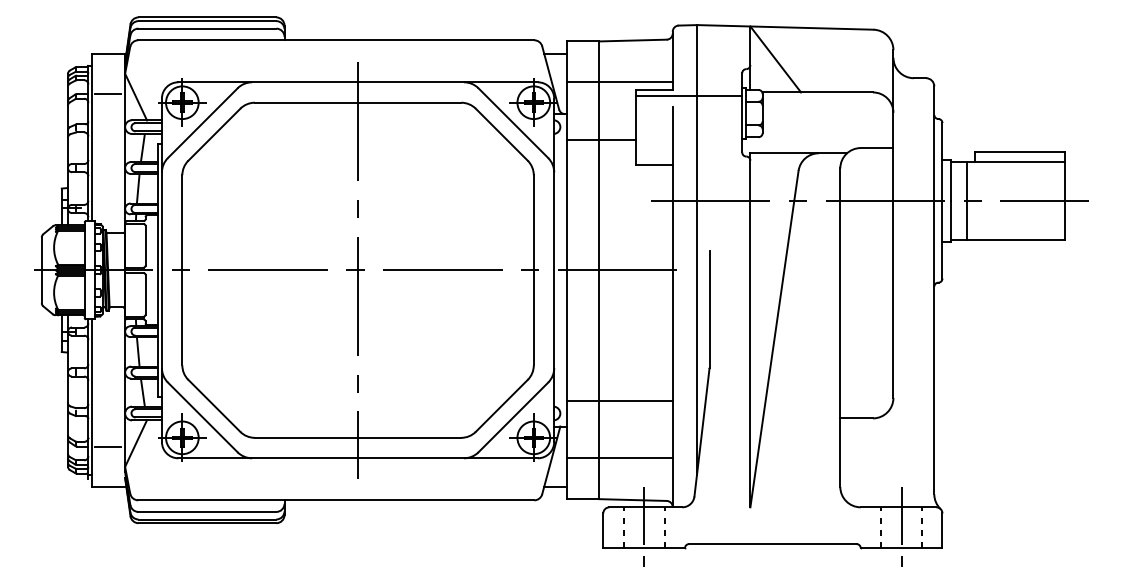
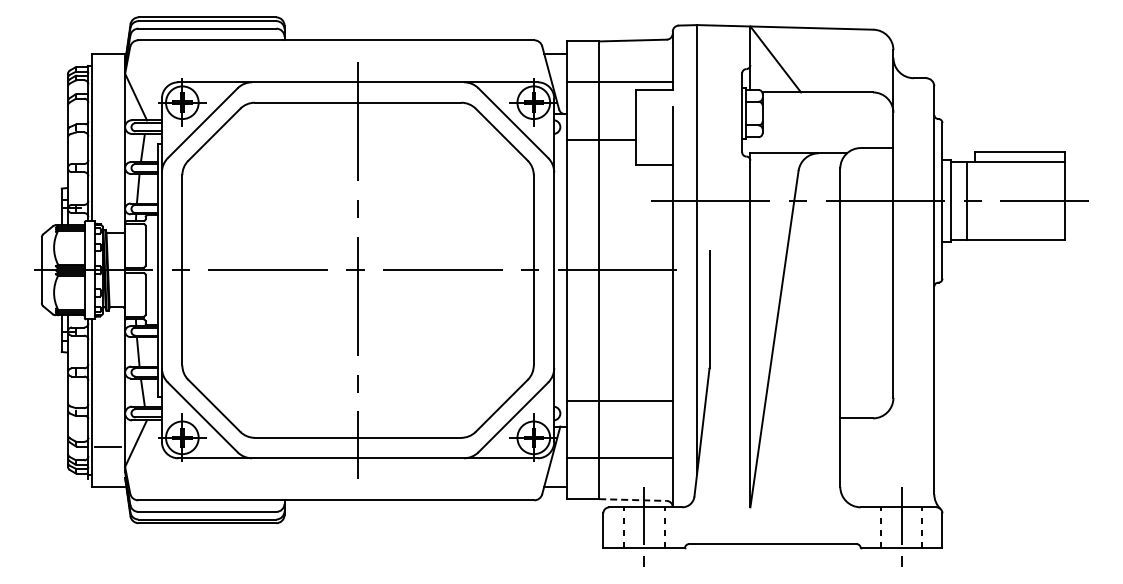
line at (107, 93): present -> none
line at (688, 96): present -> none
line at (632, 500): solid -> dashed
